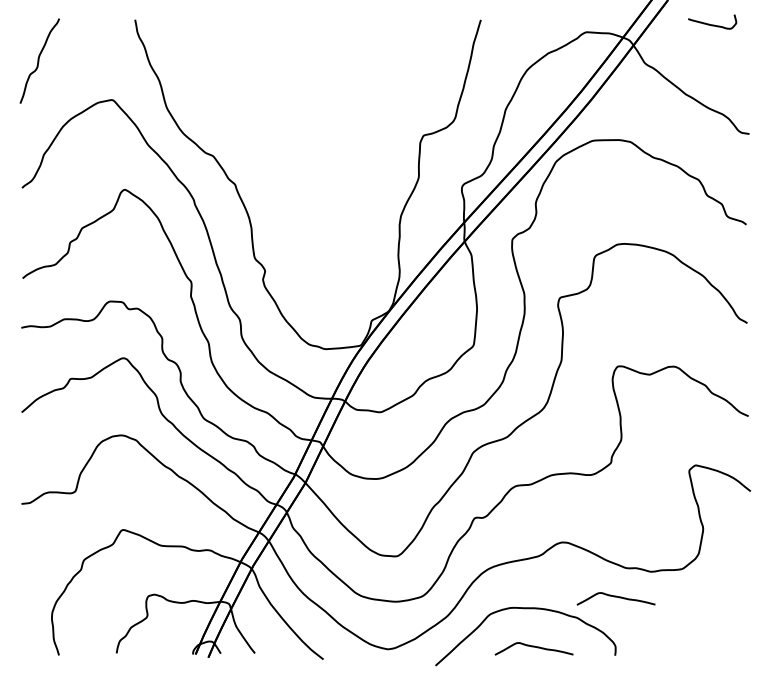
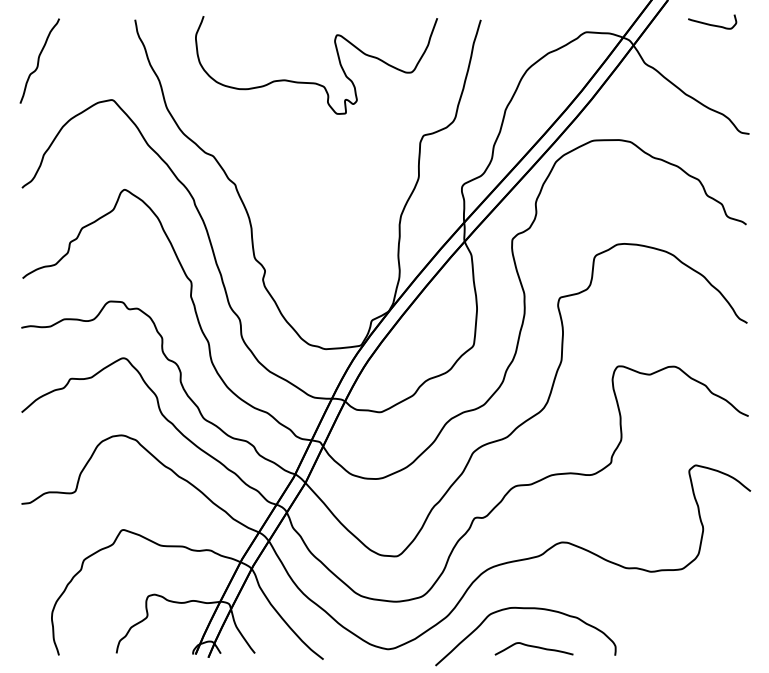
curve at (316, 82): none -> present
curve at (615, 597): present -> none
